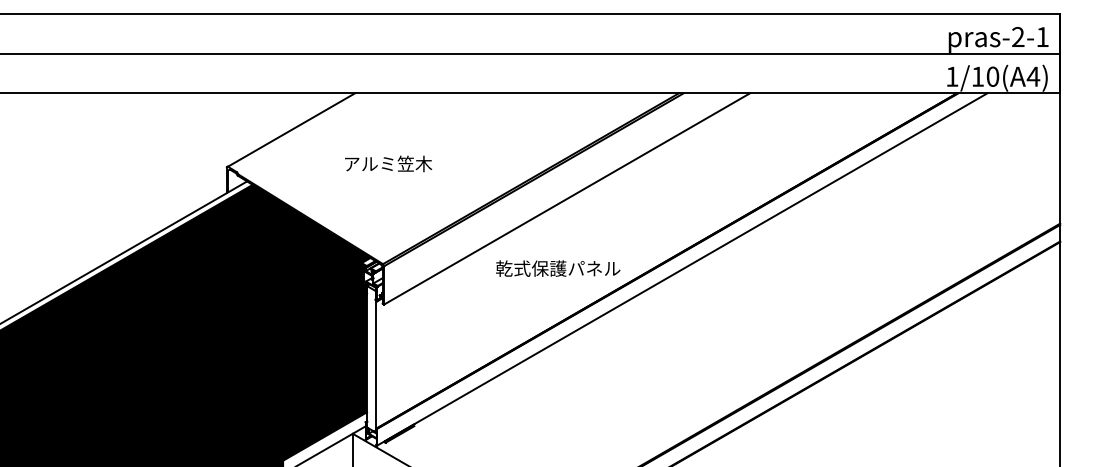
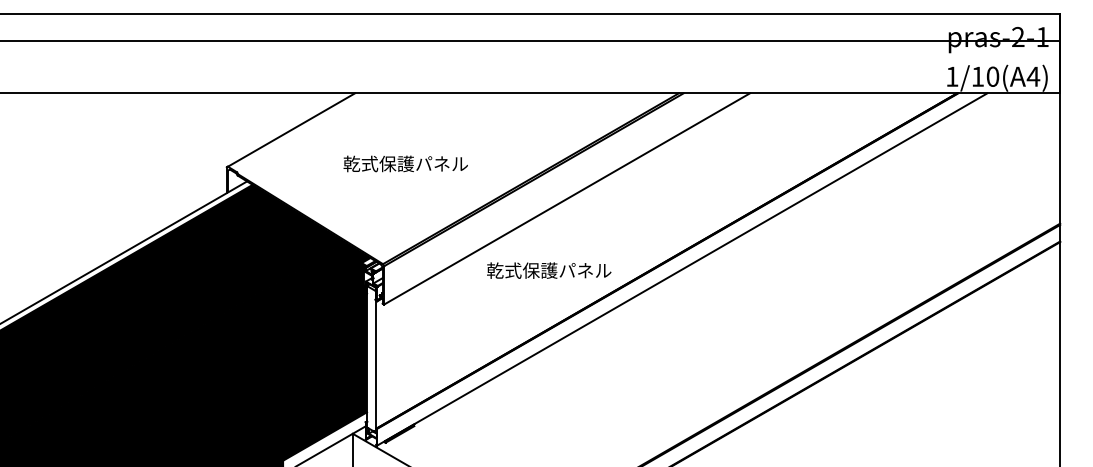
line at (531, 53) position: (531, 53) -> (531, 40)
text at (405, 163): アルミ笠木 -> 乾式保護パネル
text at (558, 268) position: (558, 268) -> (549, 270)
